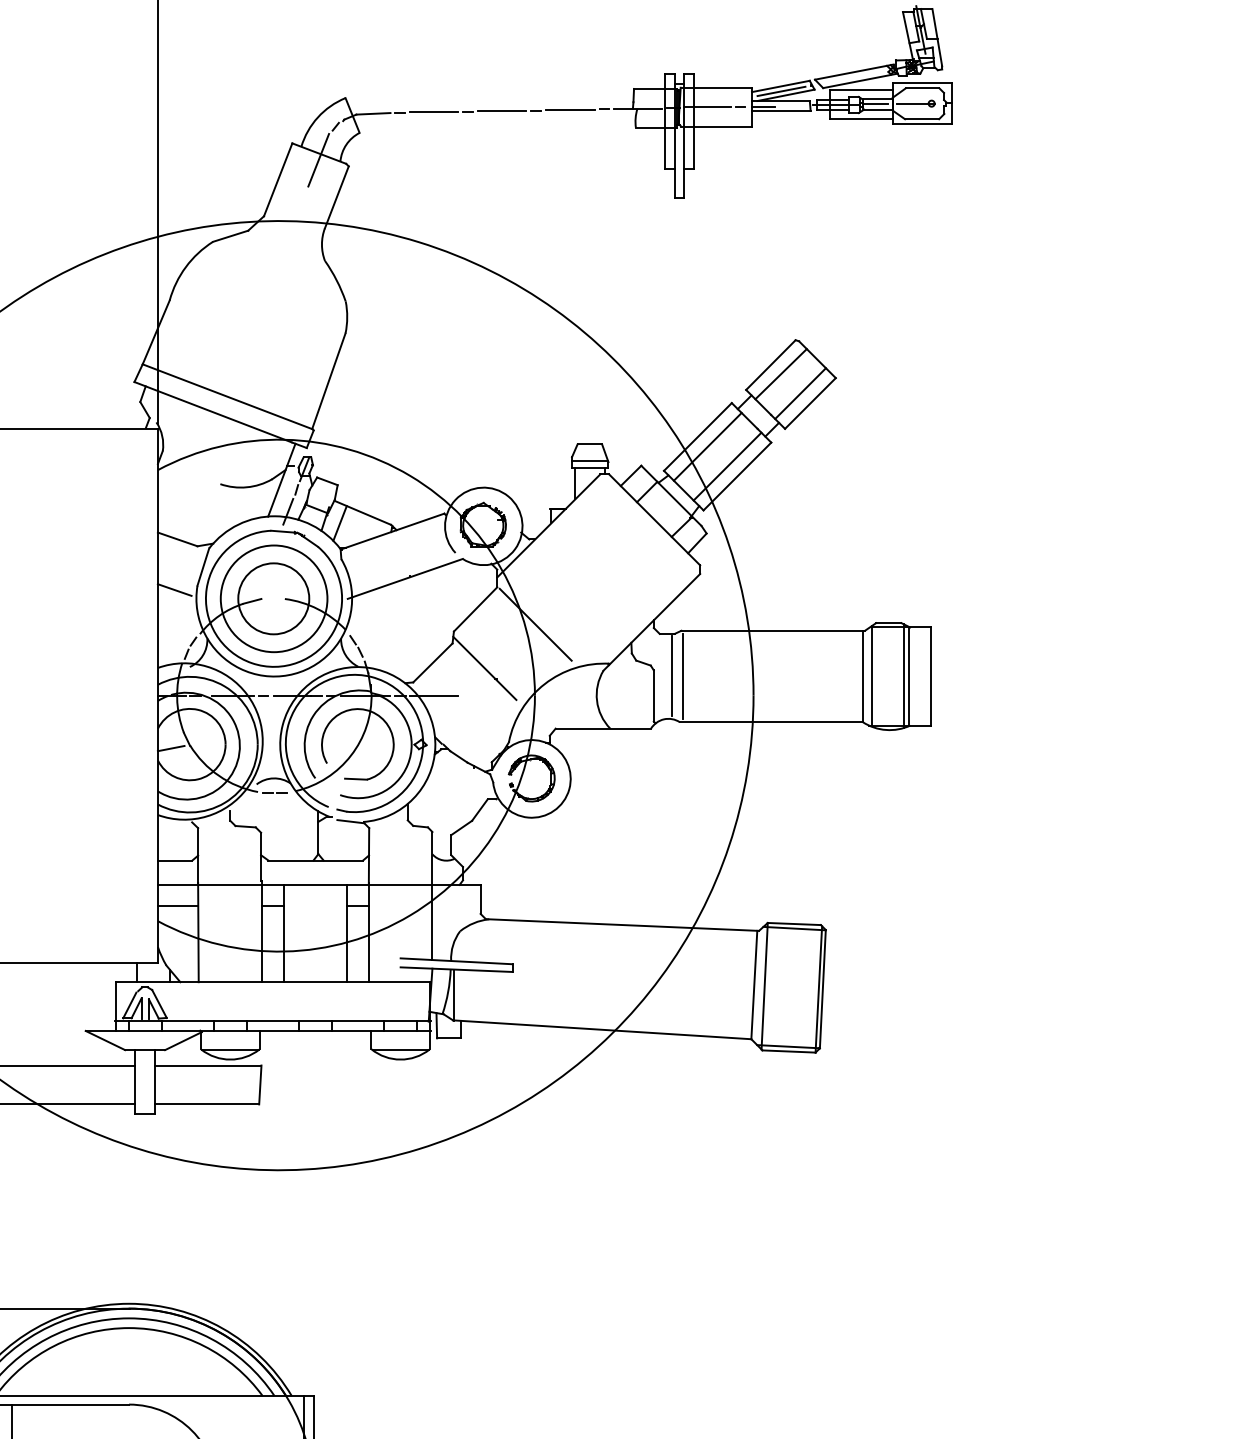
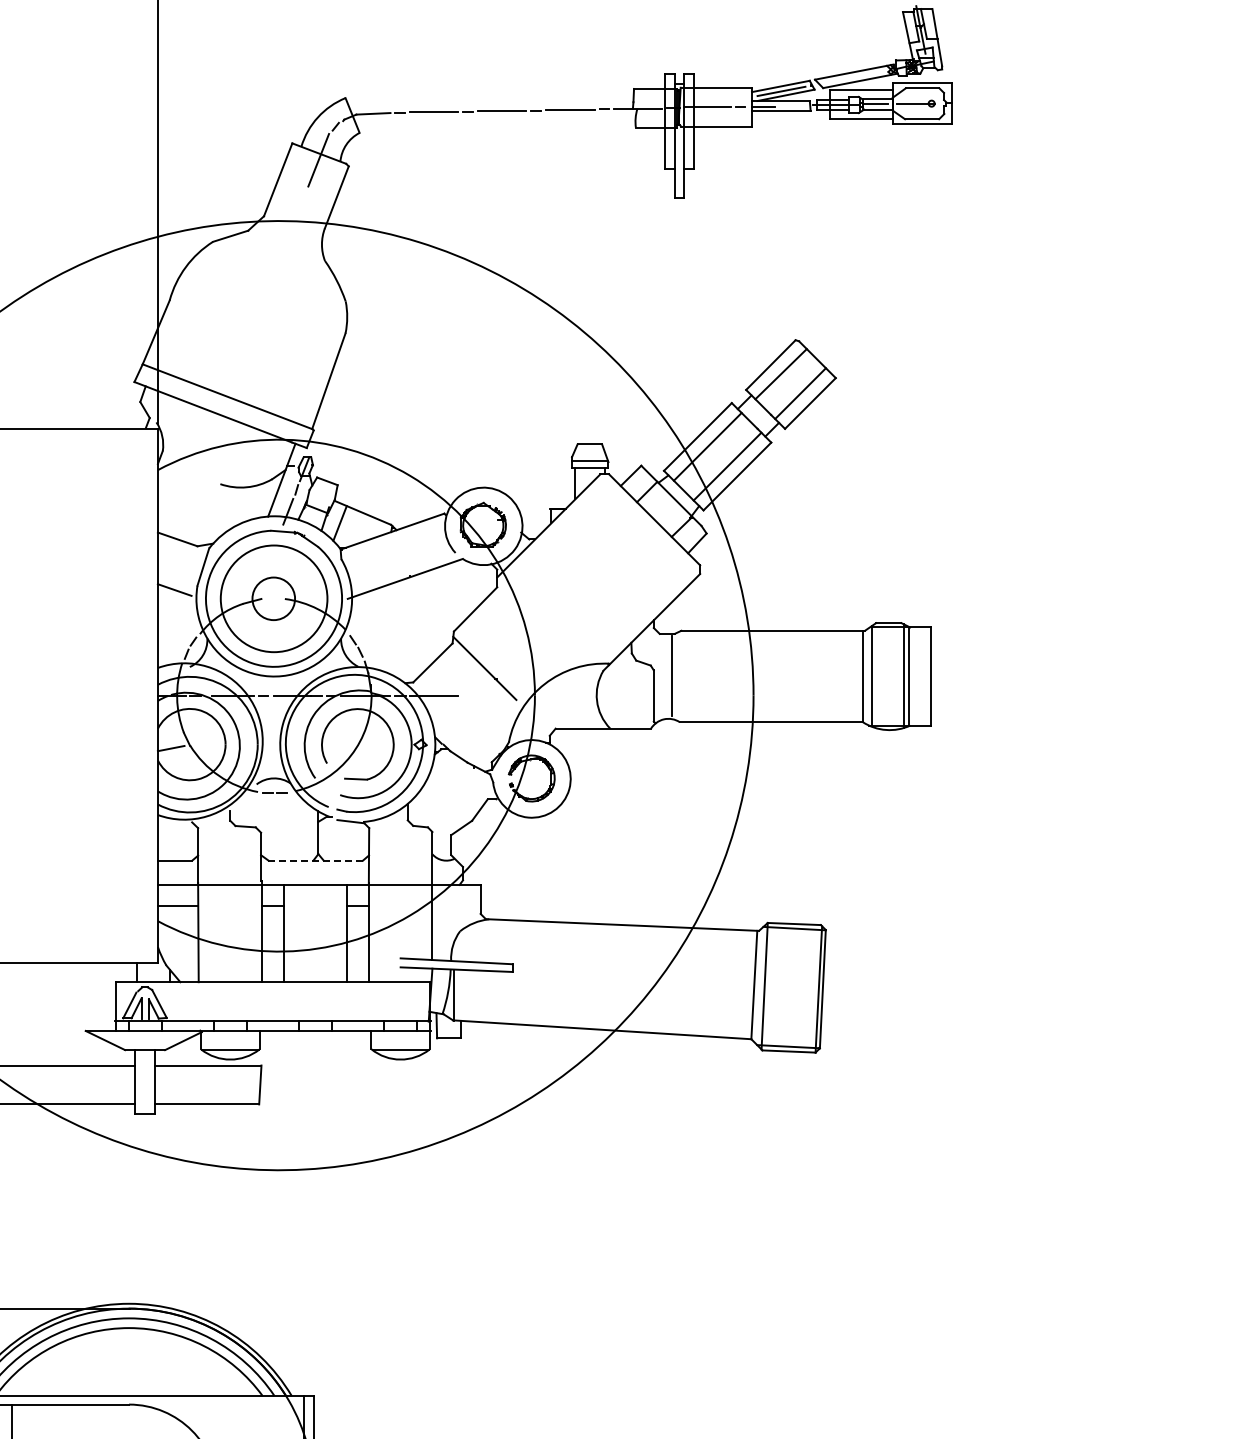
circle at (273, 598) diameter: 71 px -> 43 px
line at (535, 624): present -> none
line at (682, 675): present -> none
line at (315, 860): solid -> dashed
